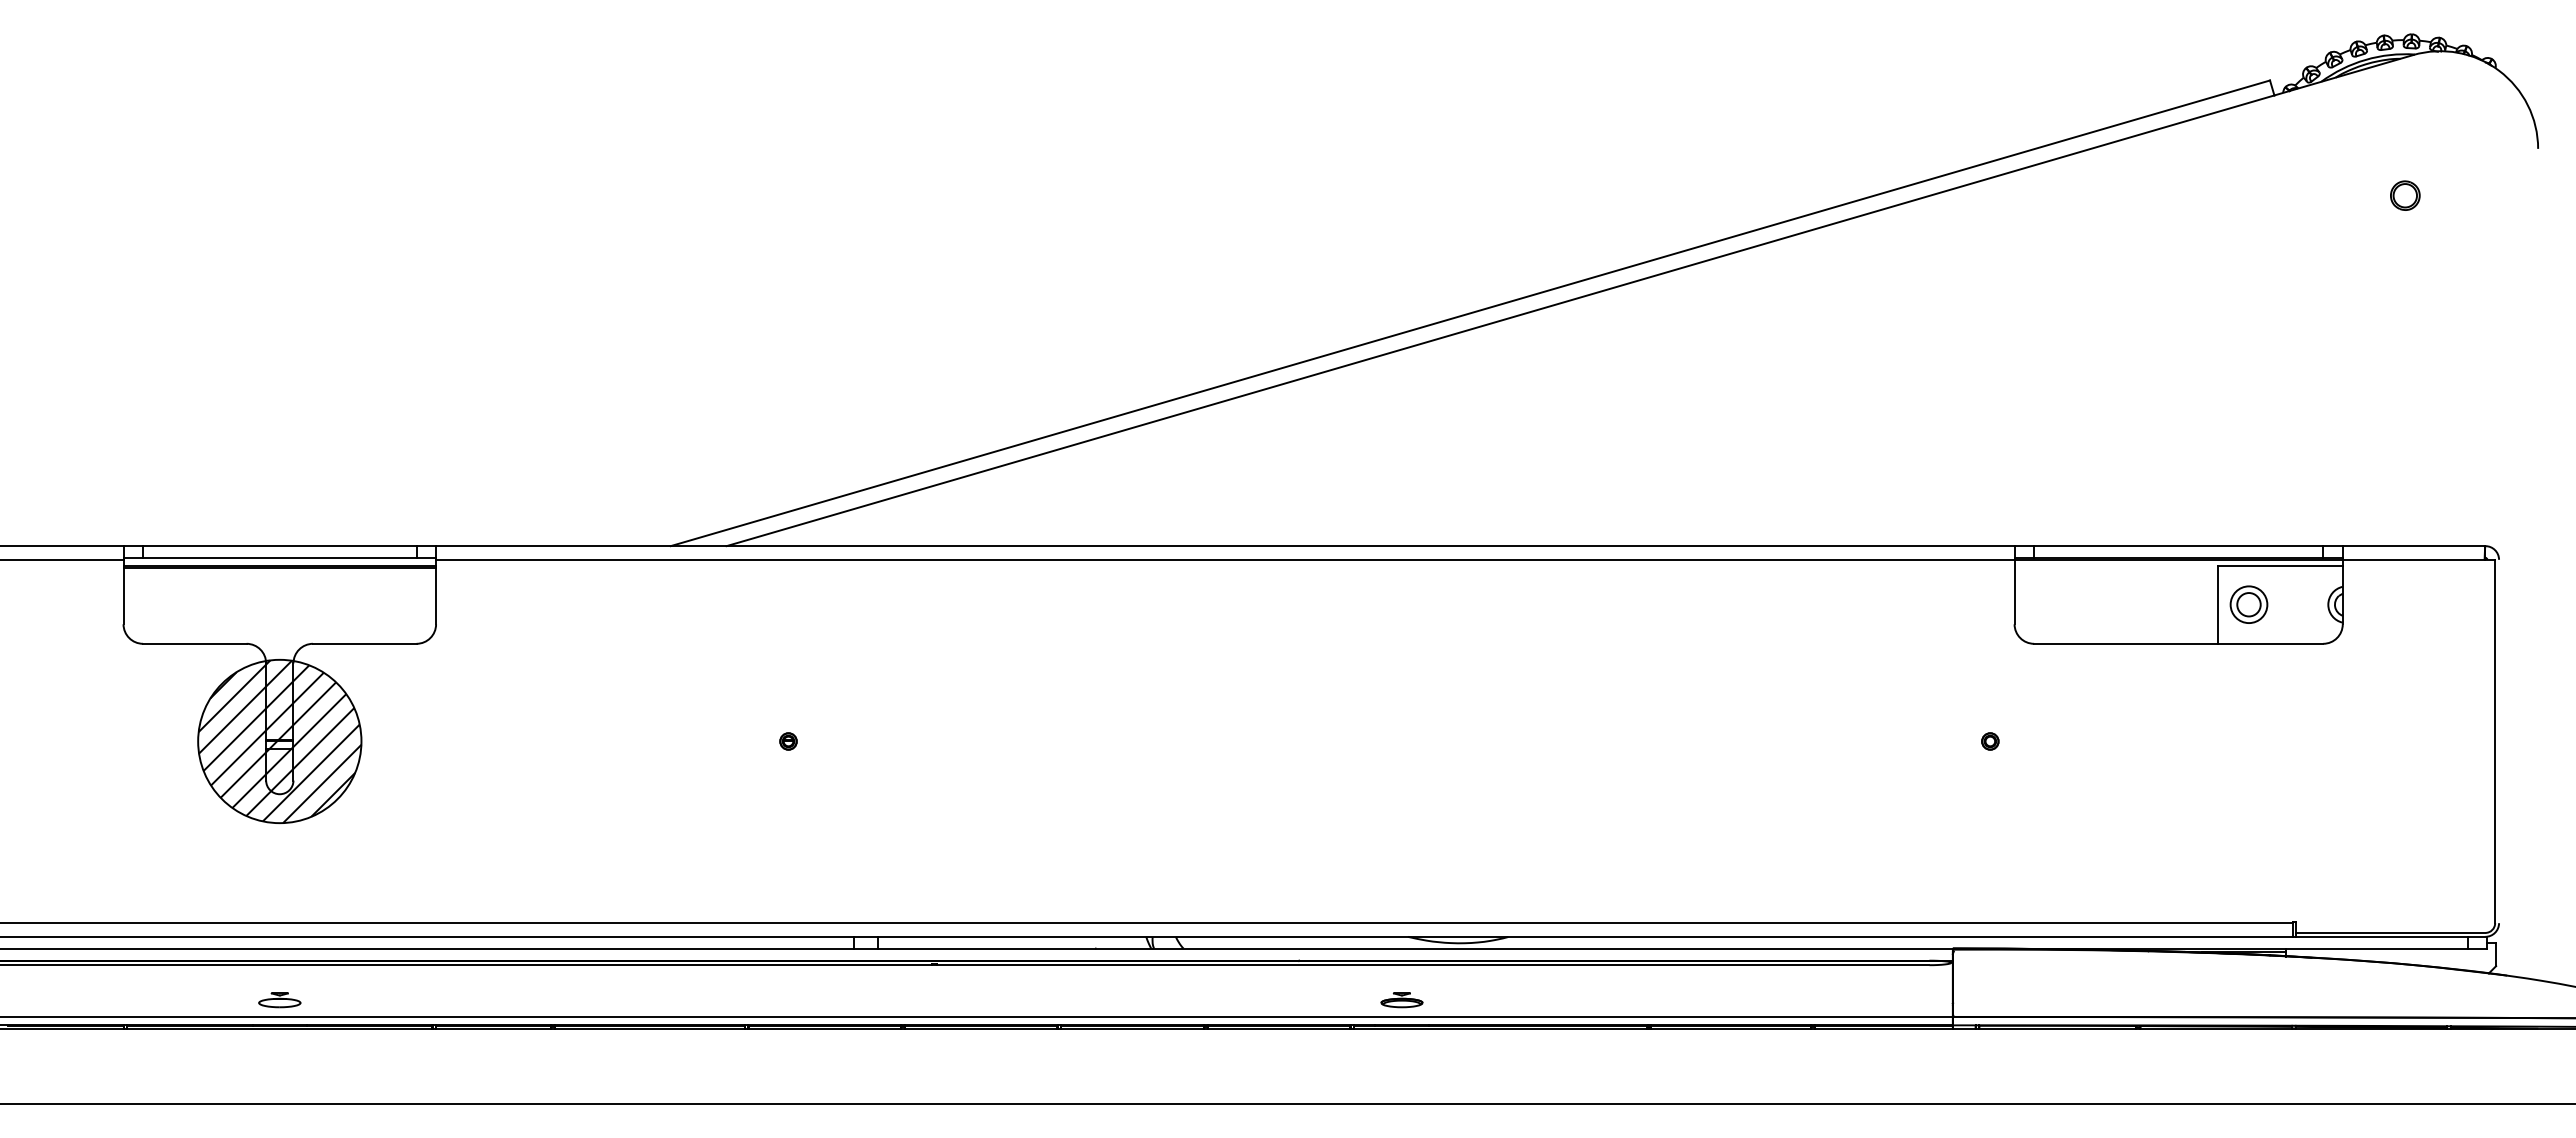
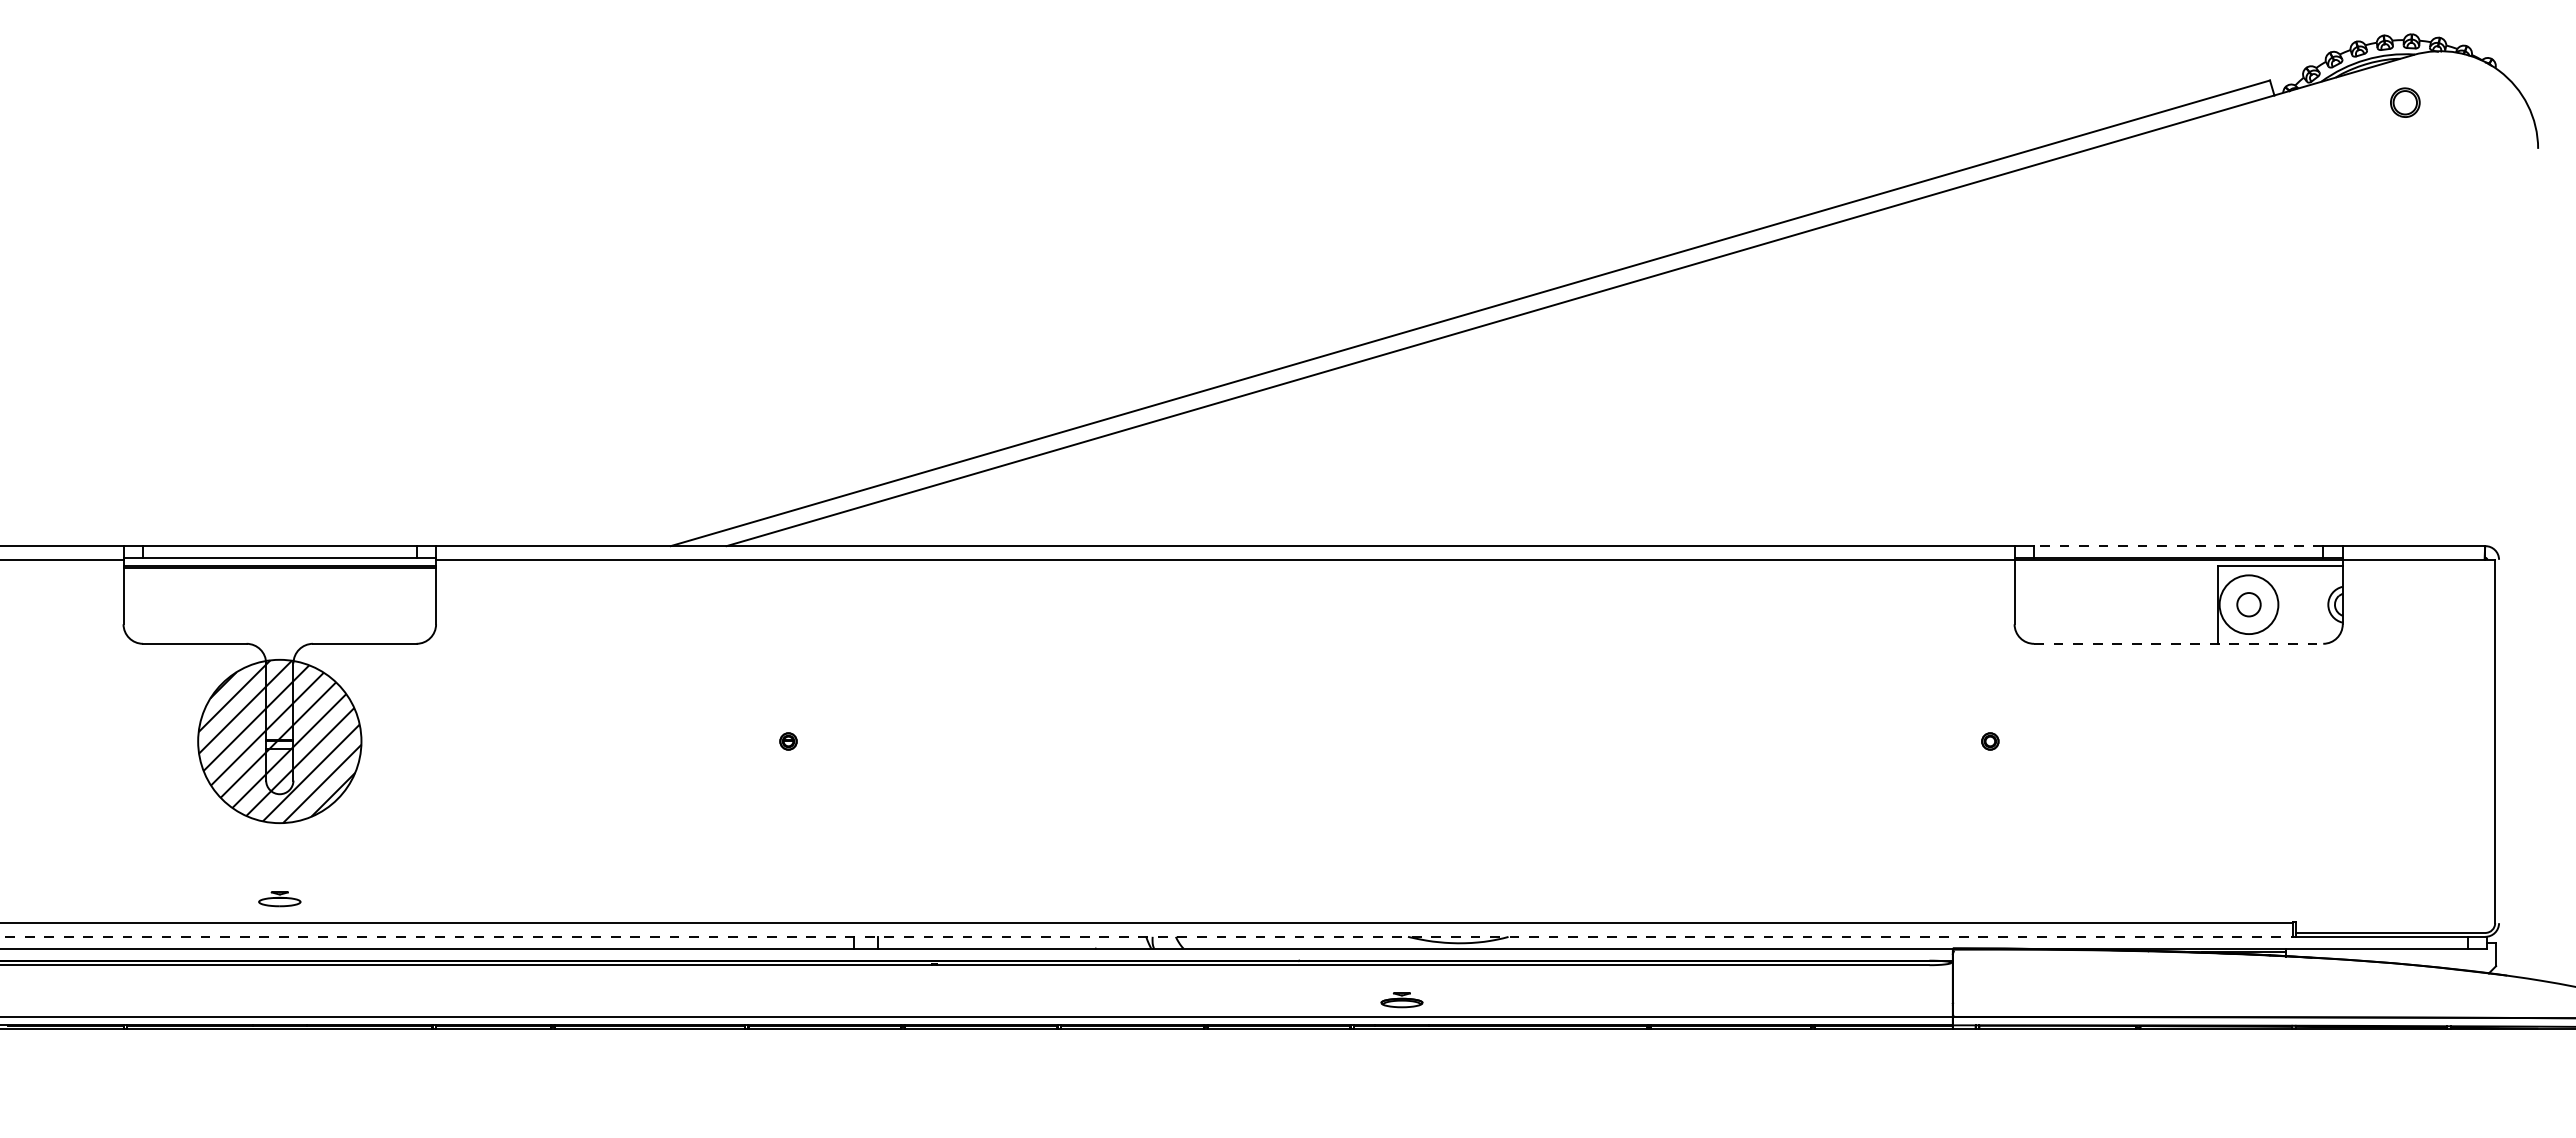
part at (2405, 195) position: (2405, 195) -> (2405, 102)
line at (2178, 546): solid -> dashed
circle at (2248, 604) diameter: 37 px -> 59 px
line at (2178, 643): solid -> dashed
line at (1147, 936): solid -> dashed
part at (279, 1000) position: (279, 1000) -> (279, 899)
line at (1287, 1103): present -> none
